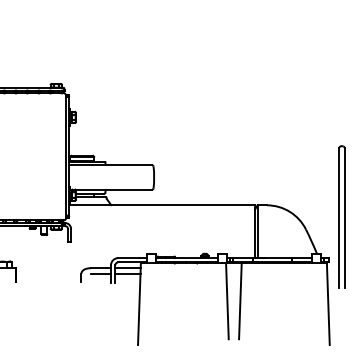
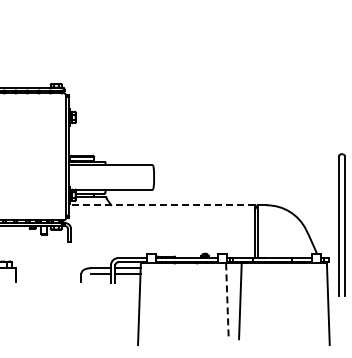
line at (162, 205): solid -> dashed
part at (341, 216) position: (341, 216) -> (341, 224)
line at (227, 301): solid -> dashed
